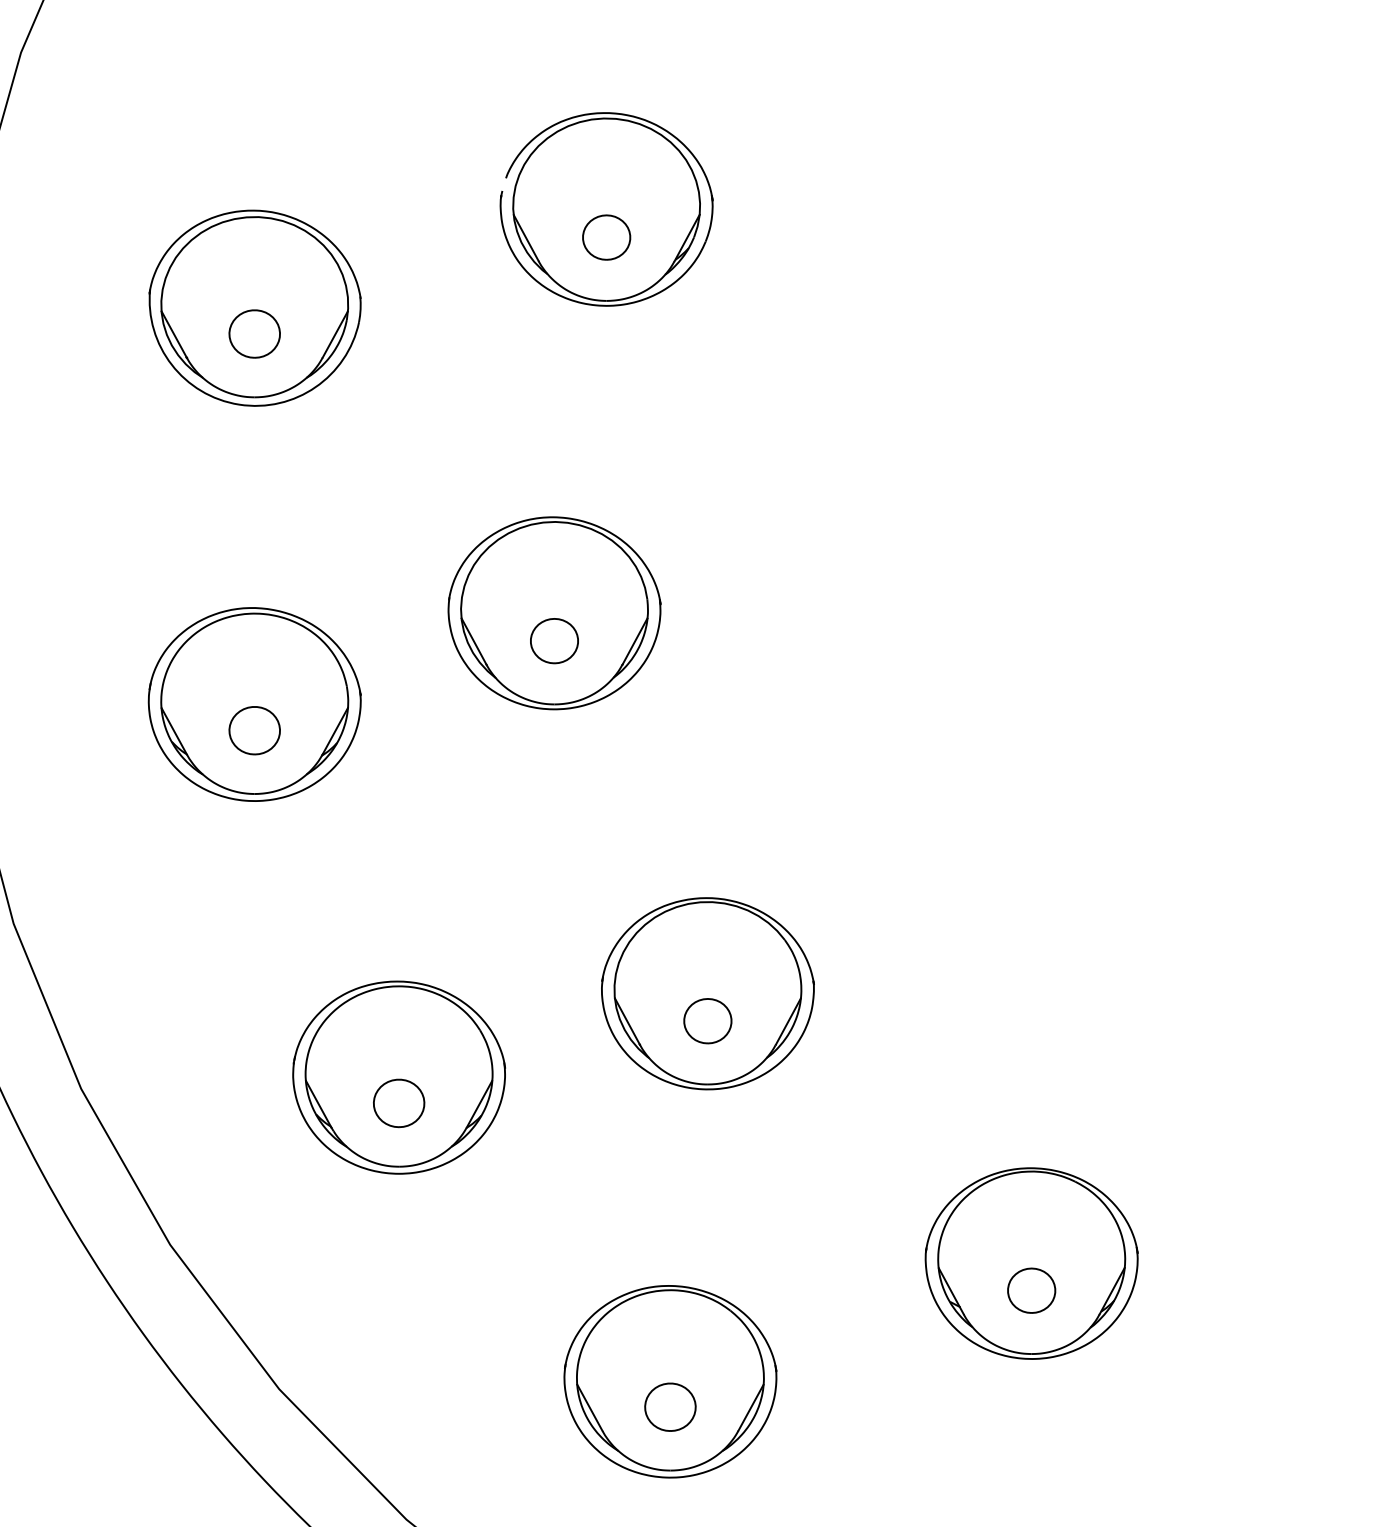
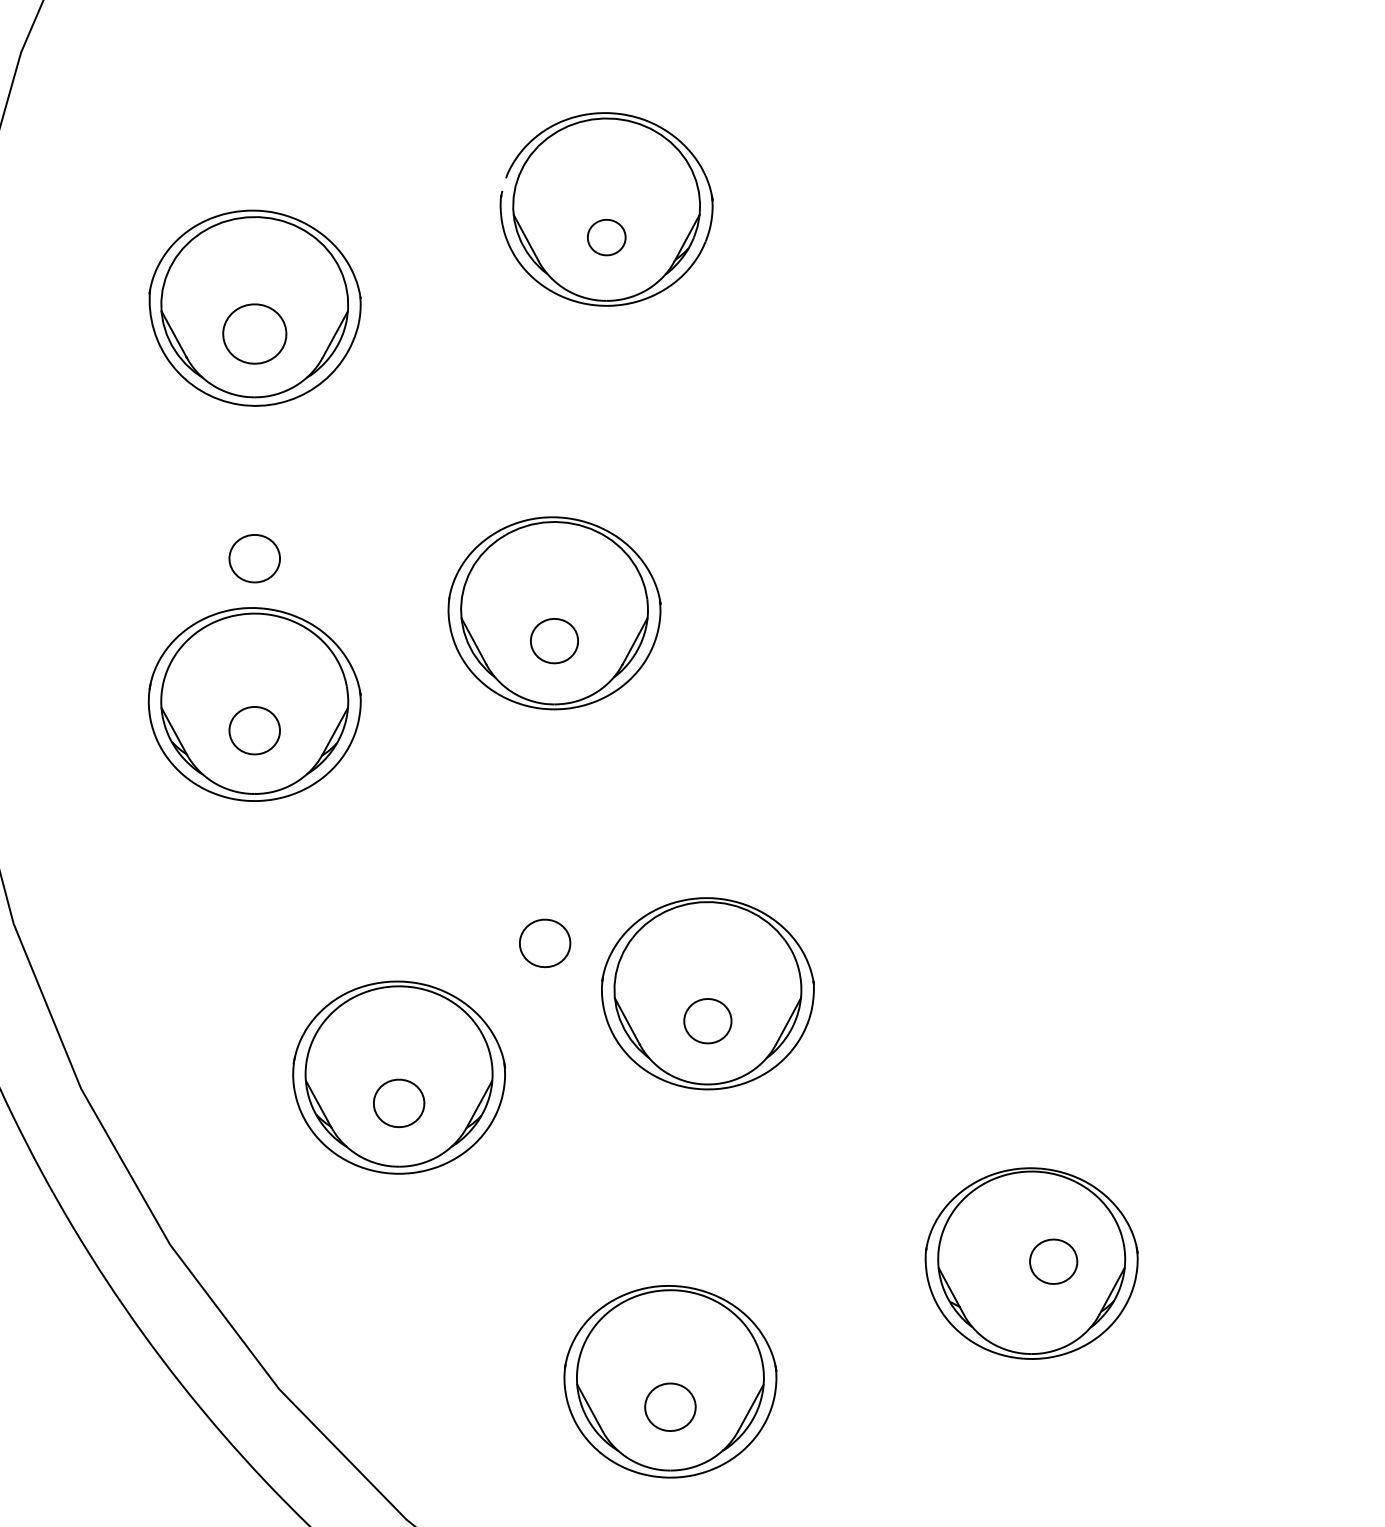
part at (606, 237) size: 50x47 px -> 40x39 px
part at (254, 333) size: 53x50 px -> 66x62 px
part at (254, 558): none -> present
part at (545, 943): none -> present
part at (1031, 1290) position: (1031, 1290) -> (1053, 1261)
